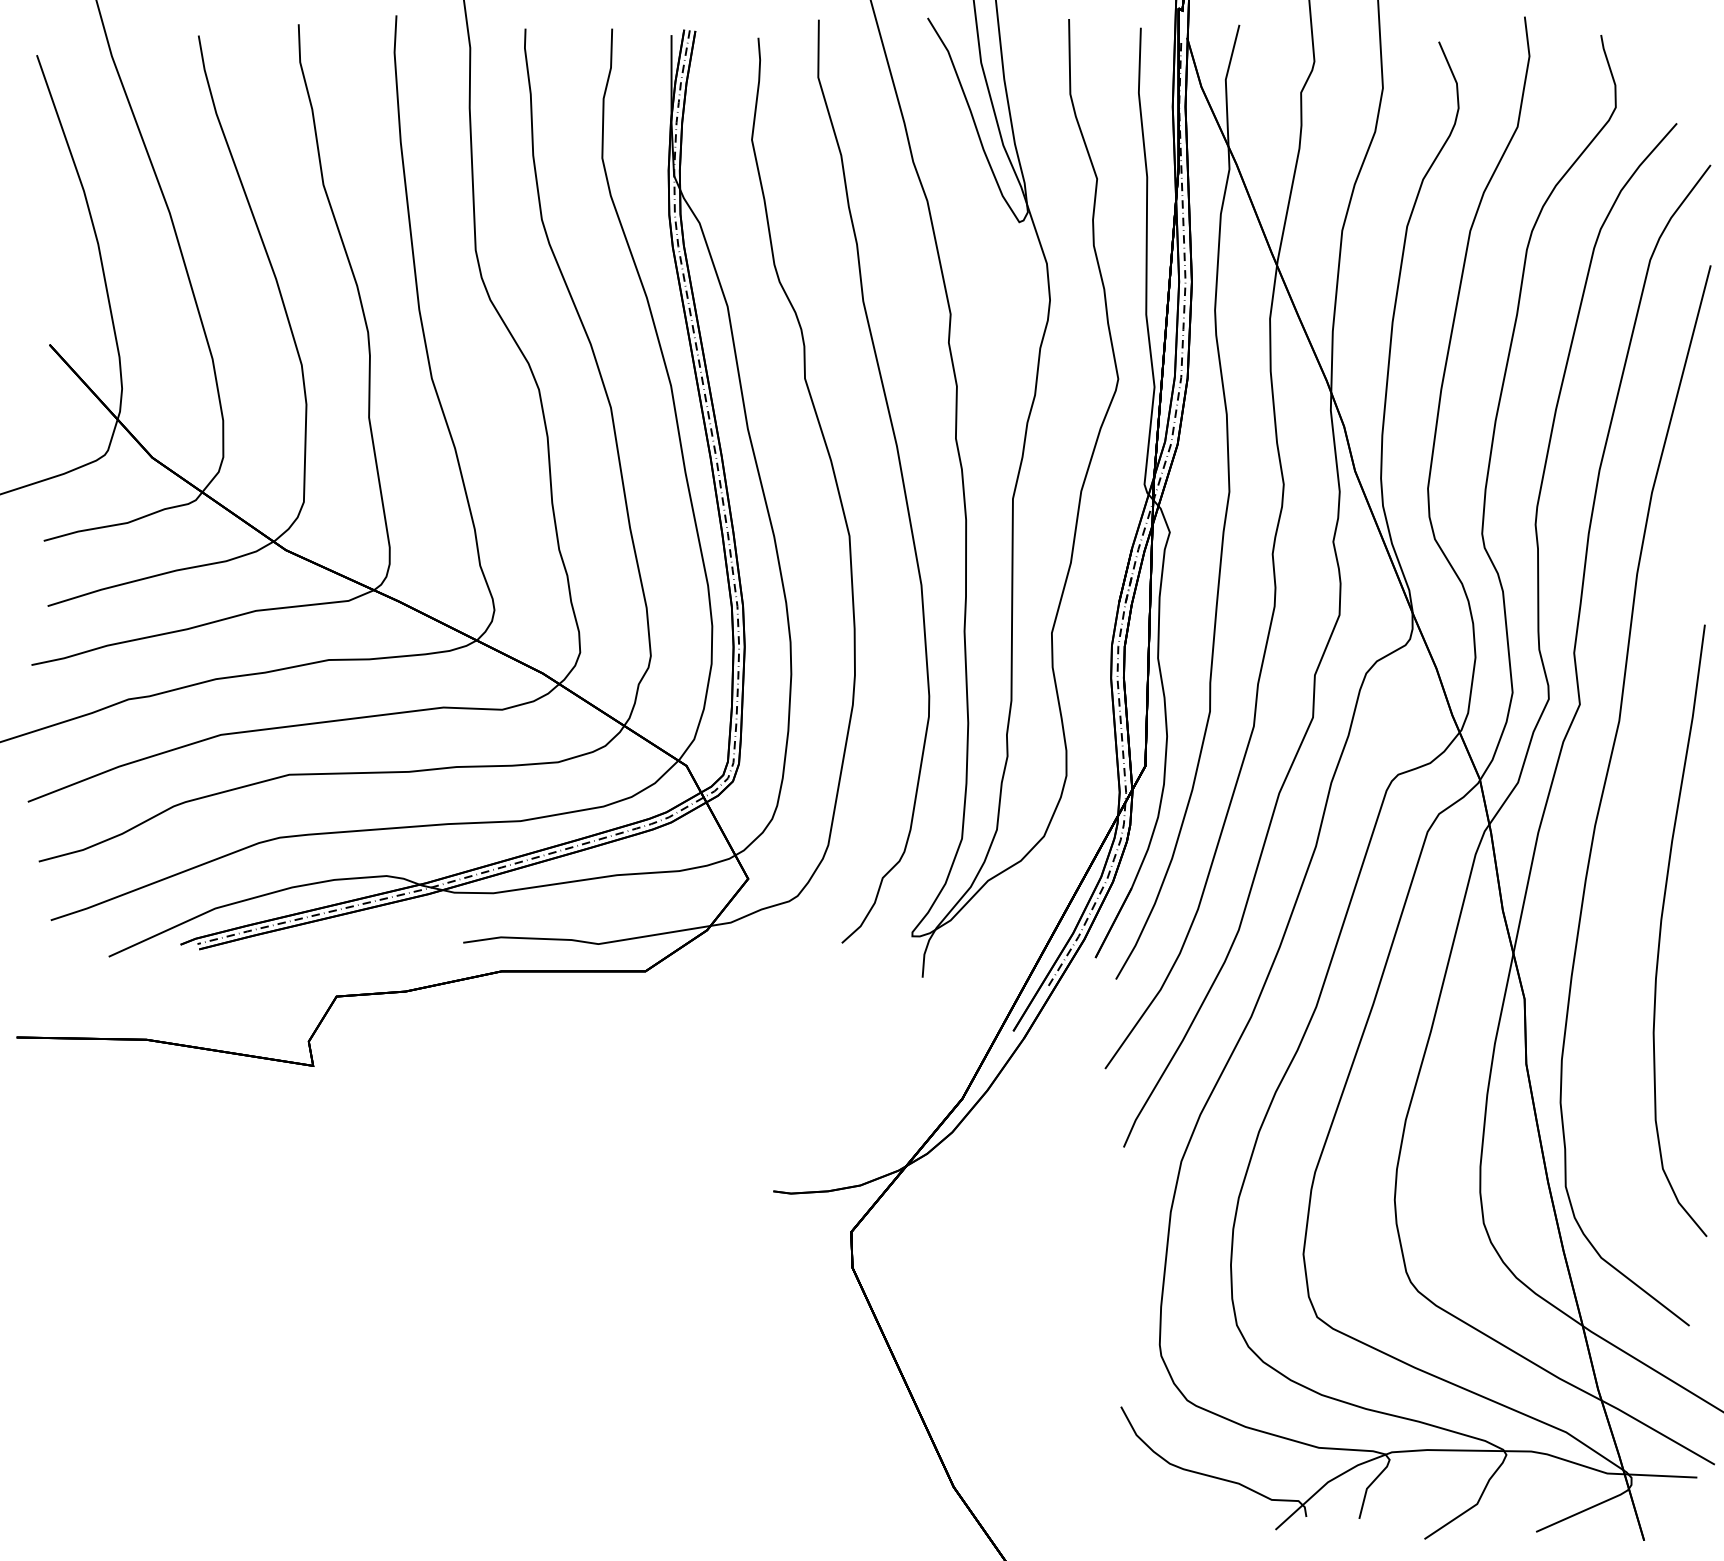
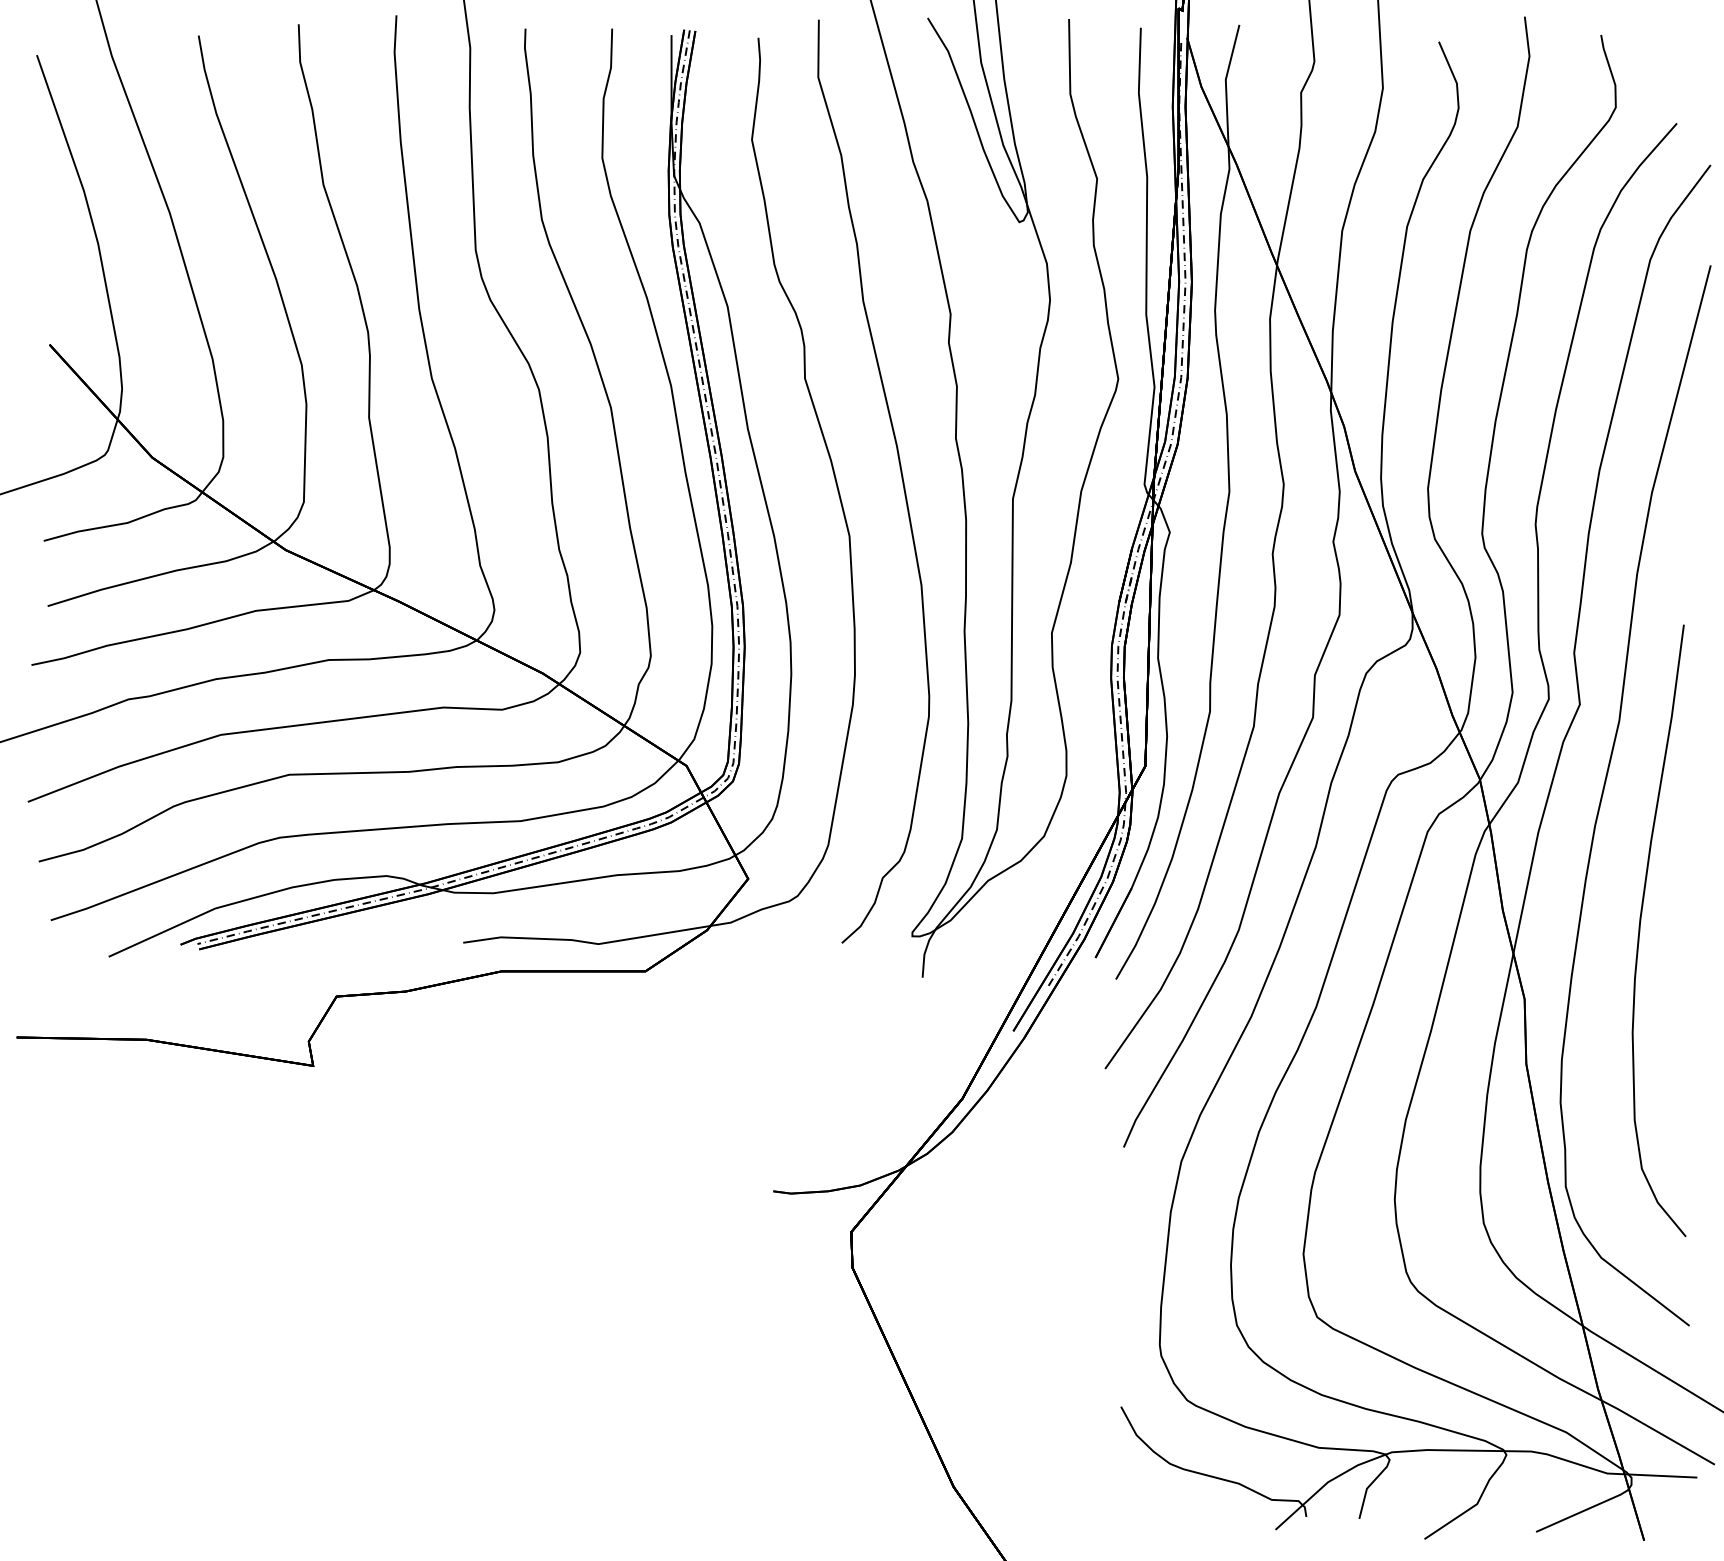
curve at (1661, 930) position: (1661, 930) -> (1640, 930)
